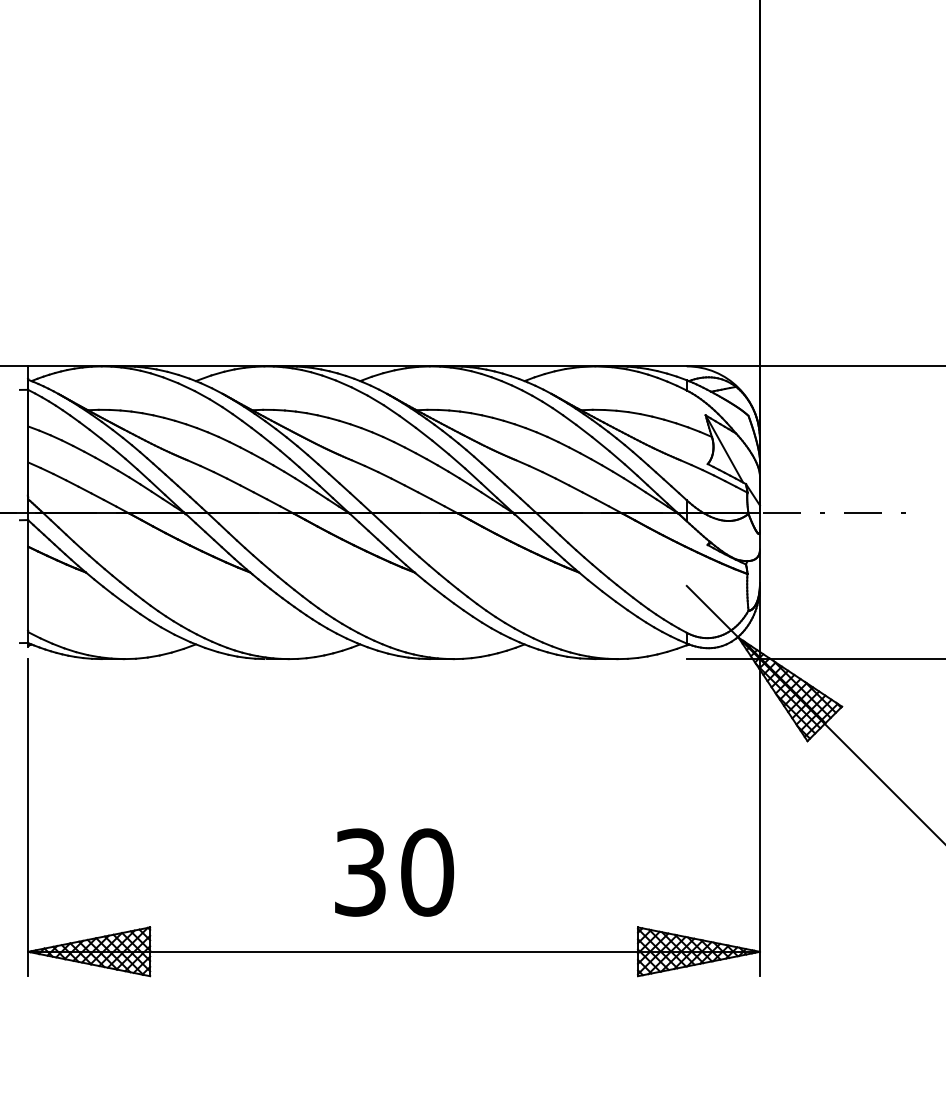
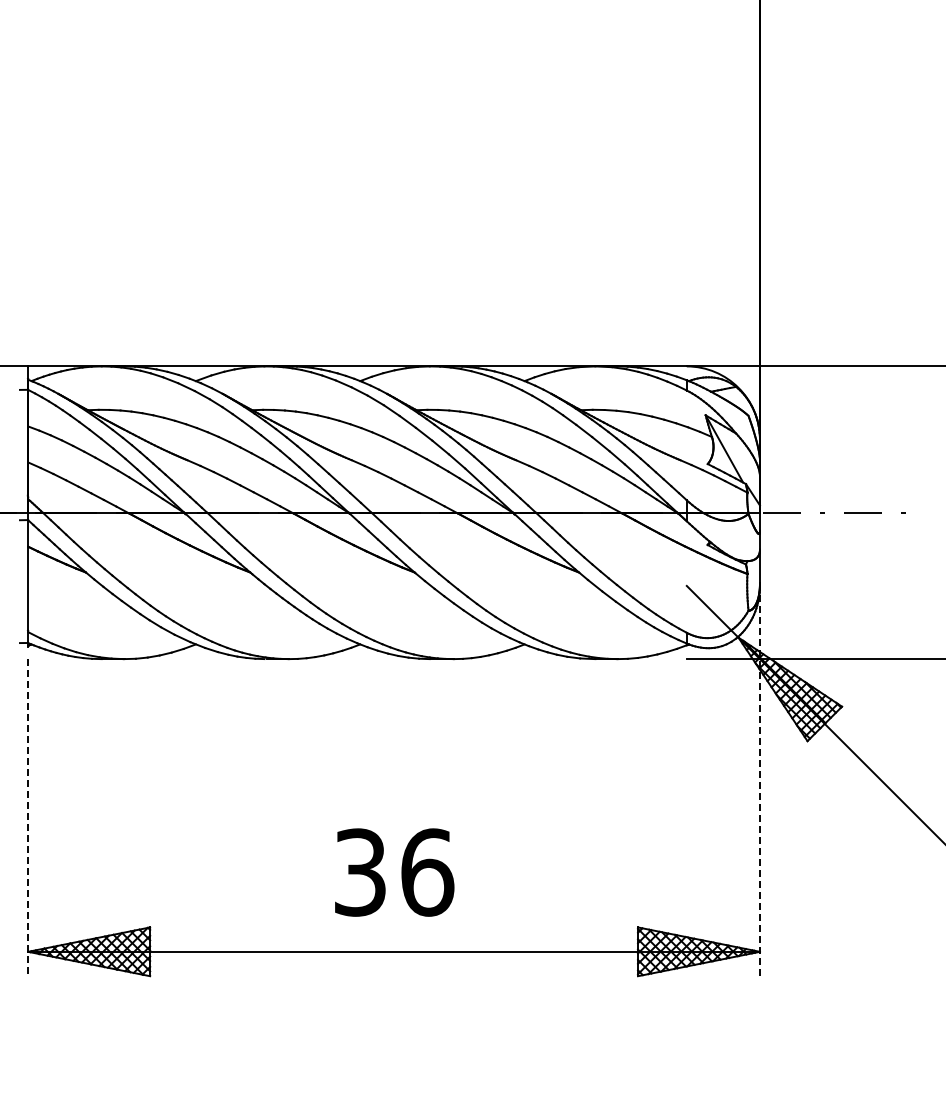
line at (759, 780): solid -> dashed
line at (28, 817): solid -> dashed
text at (427, 872): 30 -> 36
